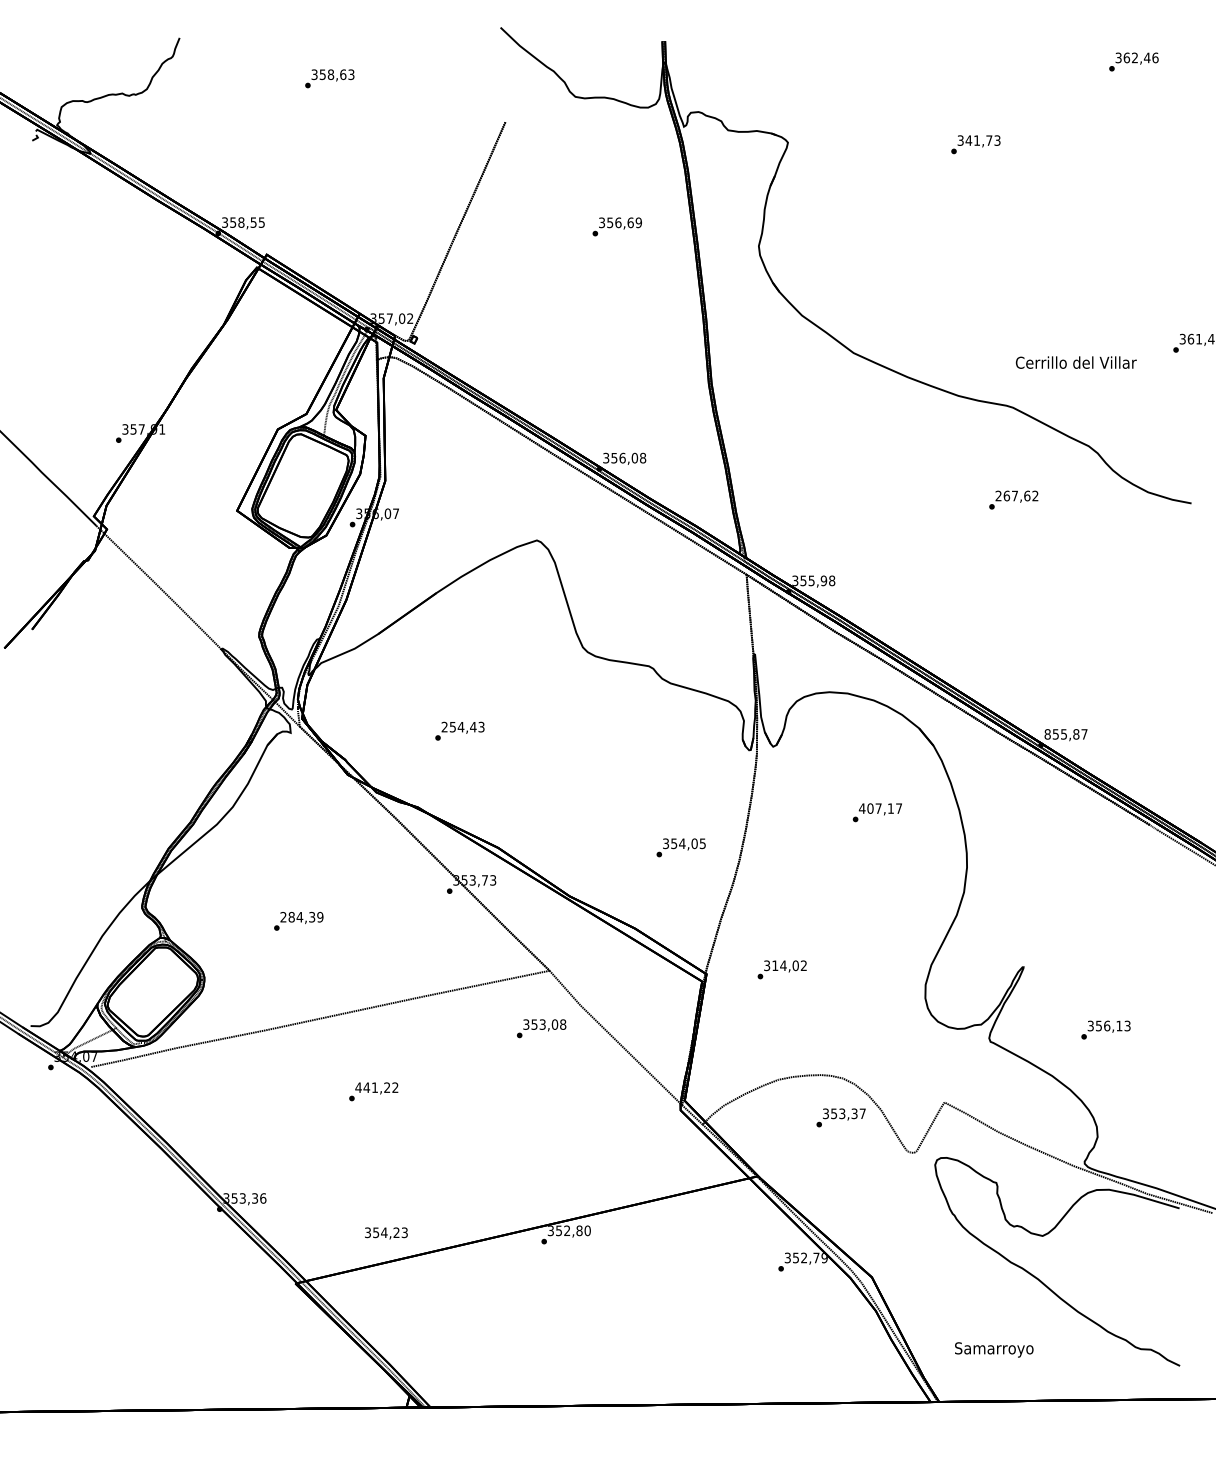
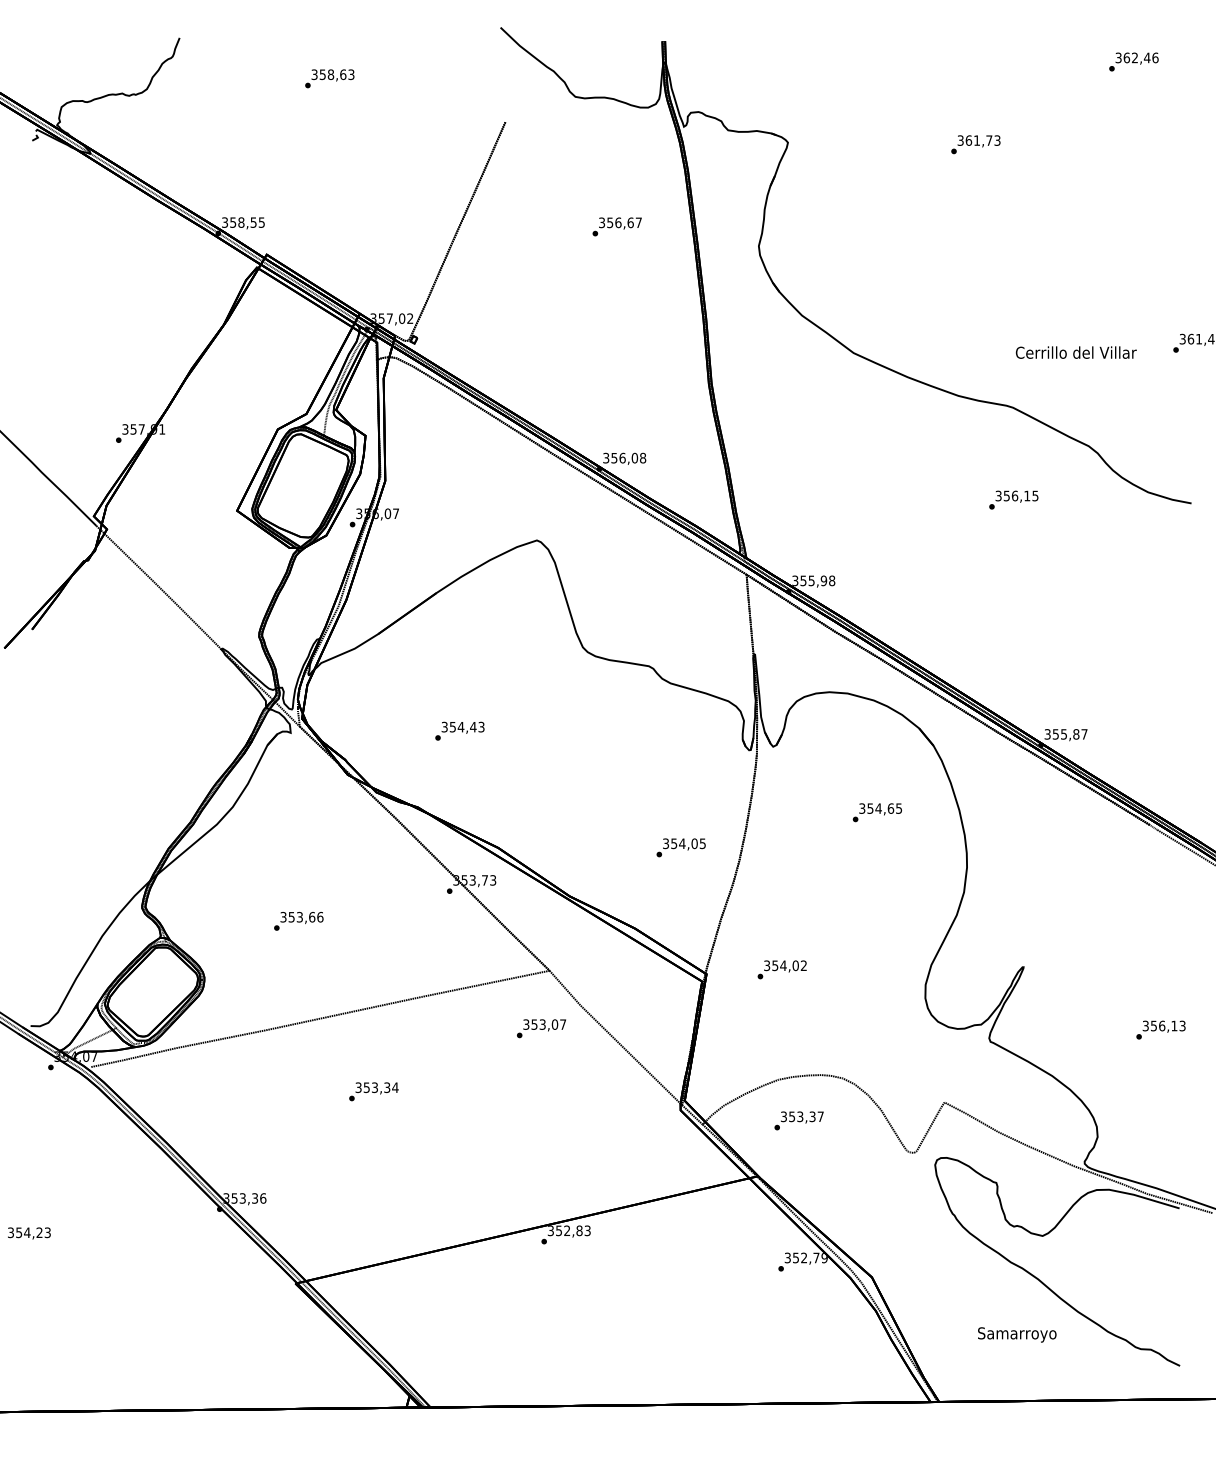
text at (968, 140): 341,73 -> 361,73
text at (638, 222): 356,69 -> 356,67
text at (1075, 362) position: (1075, 362) -> (1075, 352)
text at (1016, 495): 267,62 -> 356,15
text at (444, 727): 254,43 -> 354,43
text at (1047, 734): 855,87 -> 355,87
text at (880, 808): 407,17 -> 354,65
text at (301, 916): 284,39 -> 353,66
text at (775, 965): 314,02 -> 354,02
text at (563, 1024): 353,08 -> 353,07
text at (1105, 1029) position: (1105, 1029) -> (1160, 1029)
text at (376, 1087): 441,22 -> 353,34
text at (840, 1117) position: (840, 1117) -> (798, 1120)
text at (587, 1230): 352,80 -> 352,83
text at (386, 1233) position: (386, 1233) -> (29, 1233)
text at (994, 1349) position: (994, 1349) -> (1017, 1334)
